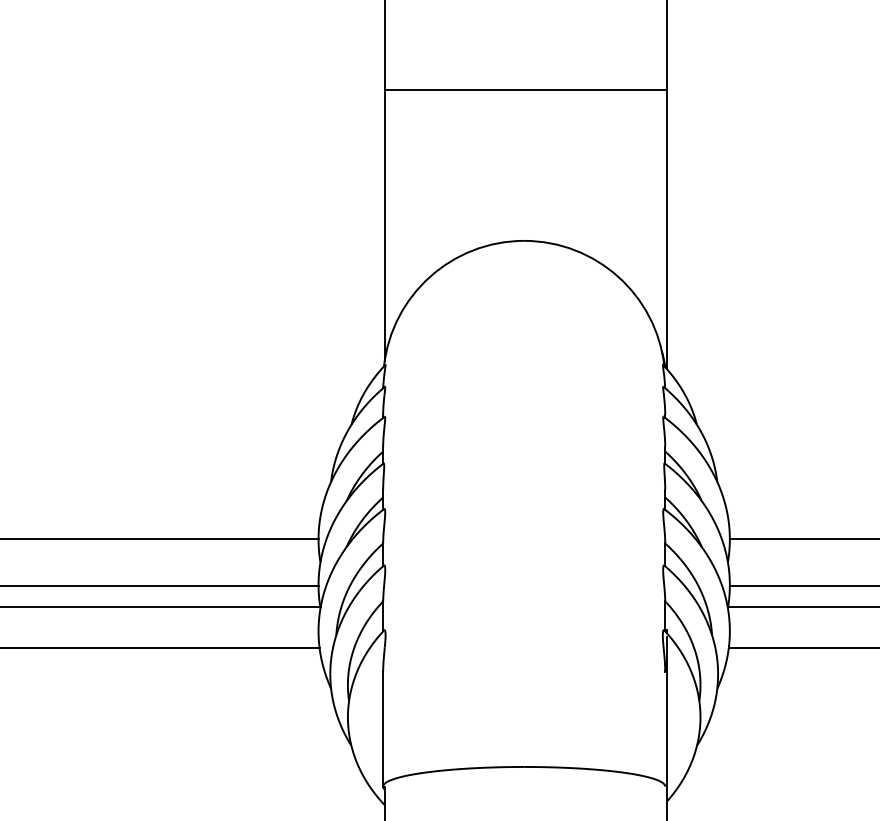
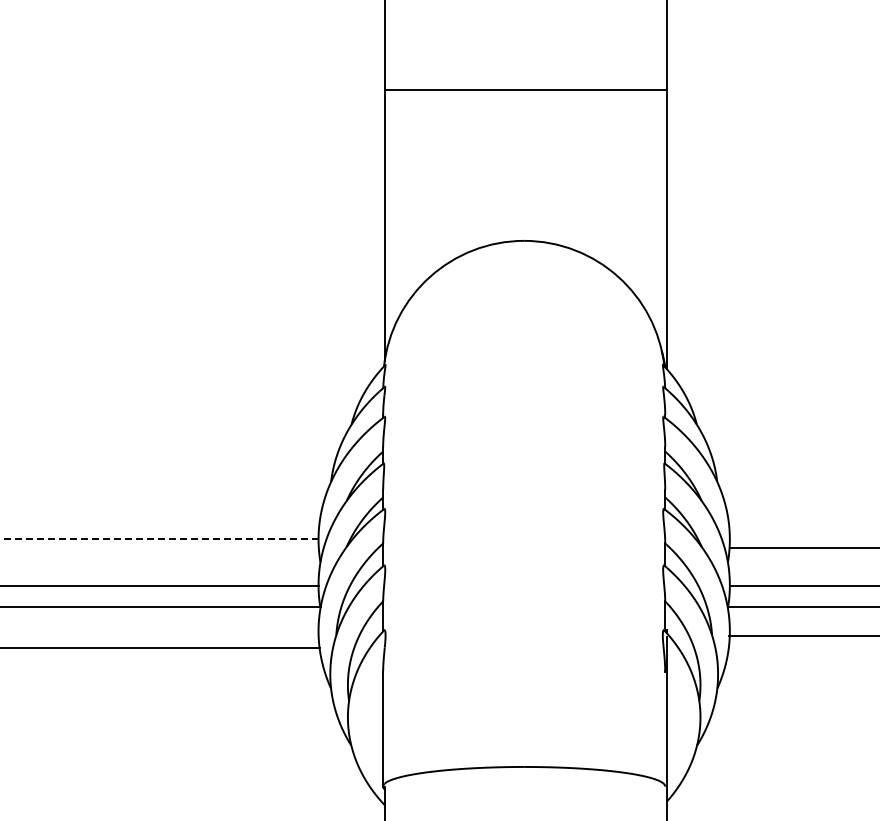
line at (159, 538): solid -> dashed
line at (802, 538) position: (802, 538) -> (802, 547)
line at (802, 647) position: (802, 647) -> (802, 635)
